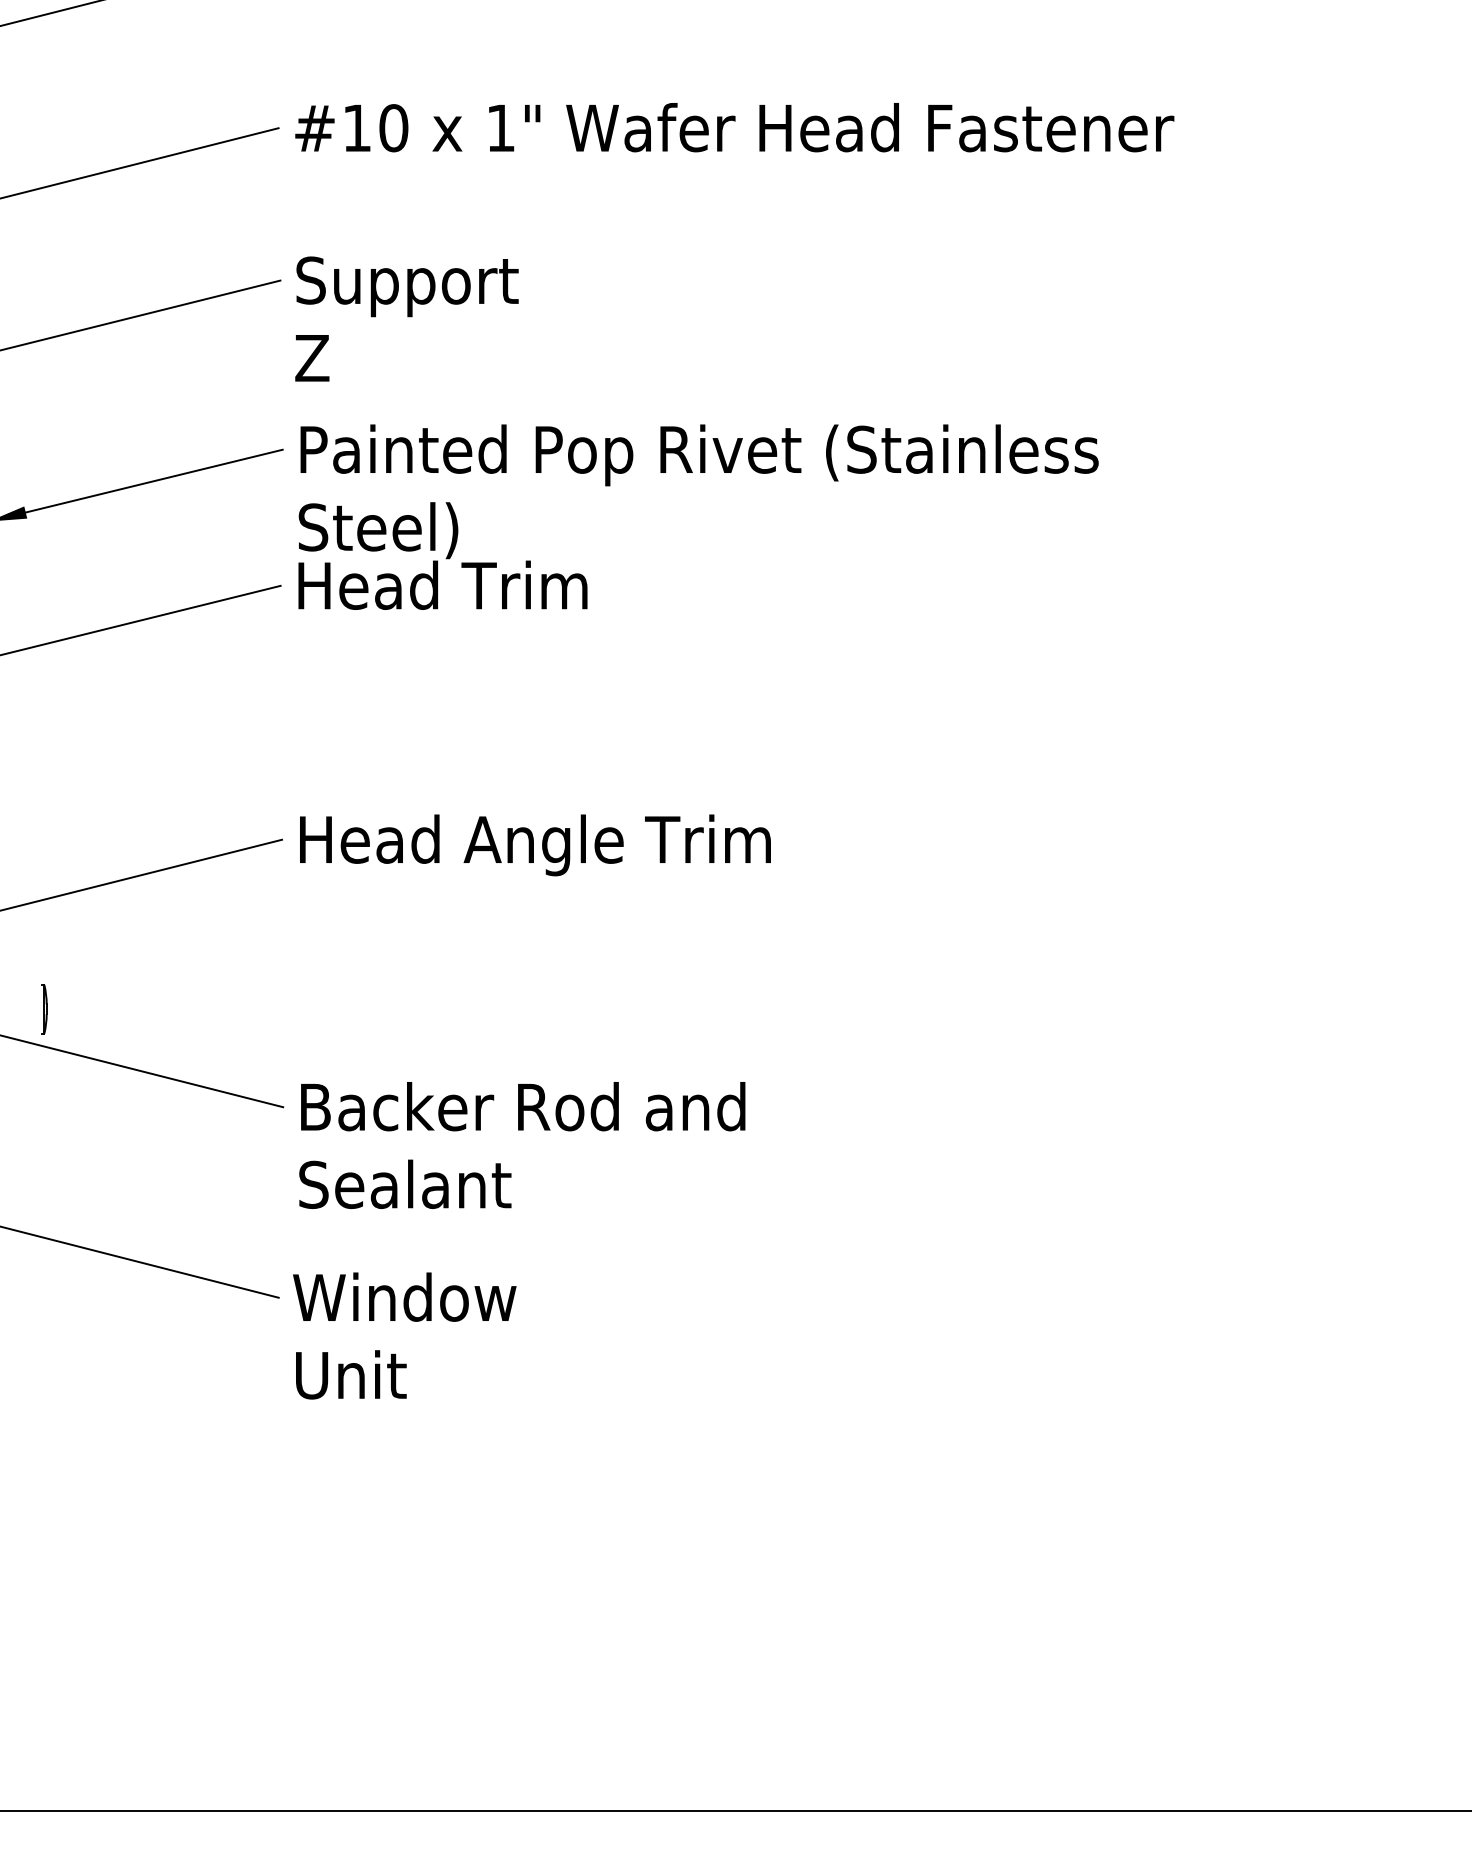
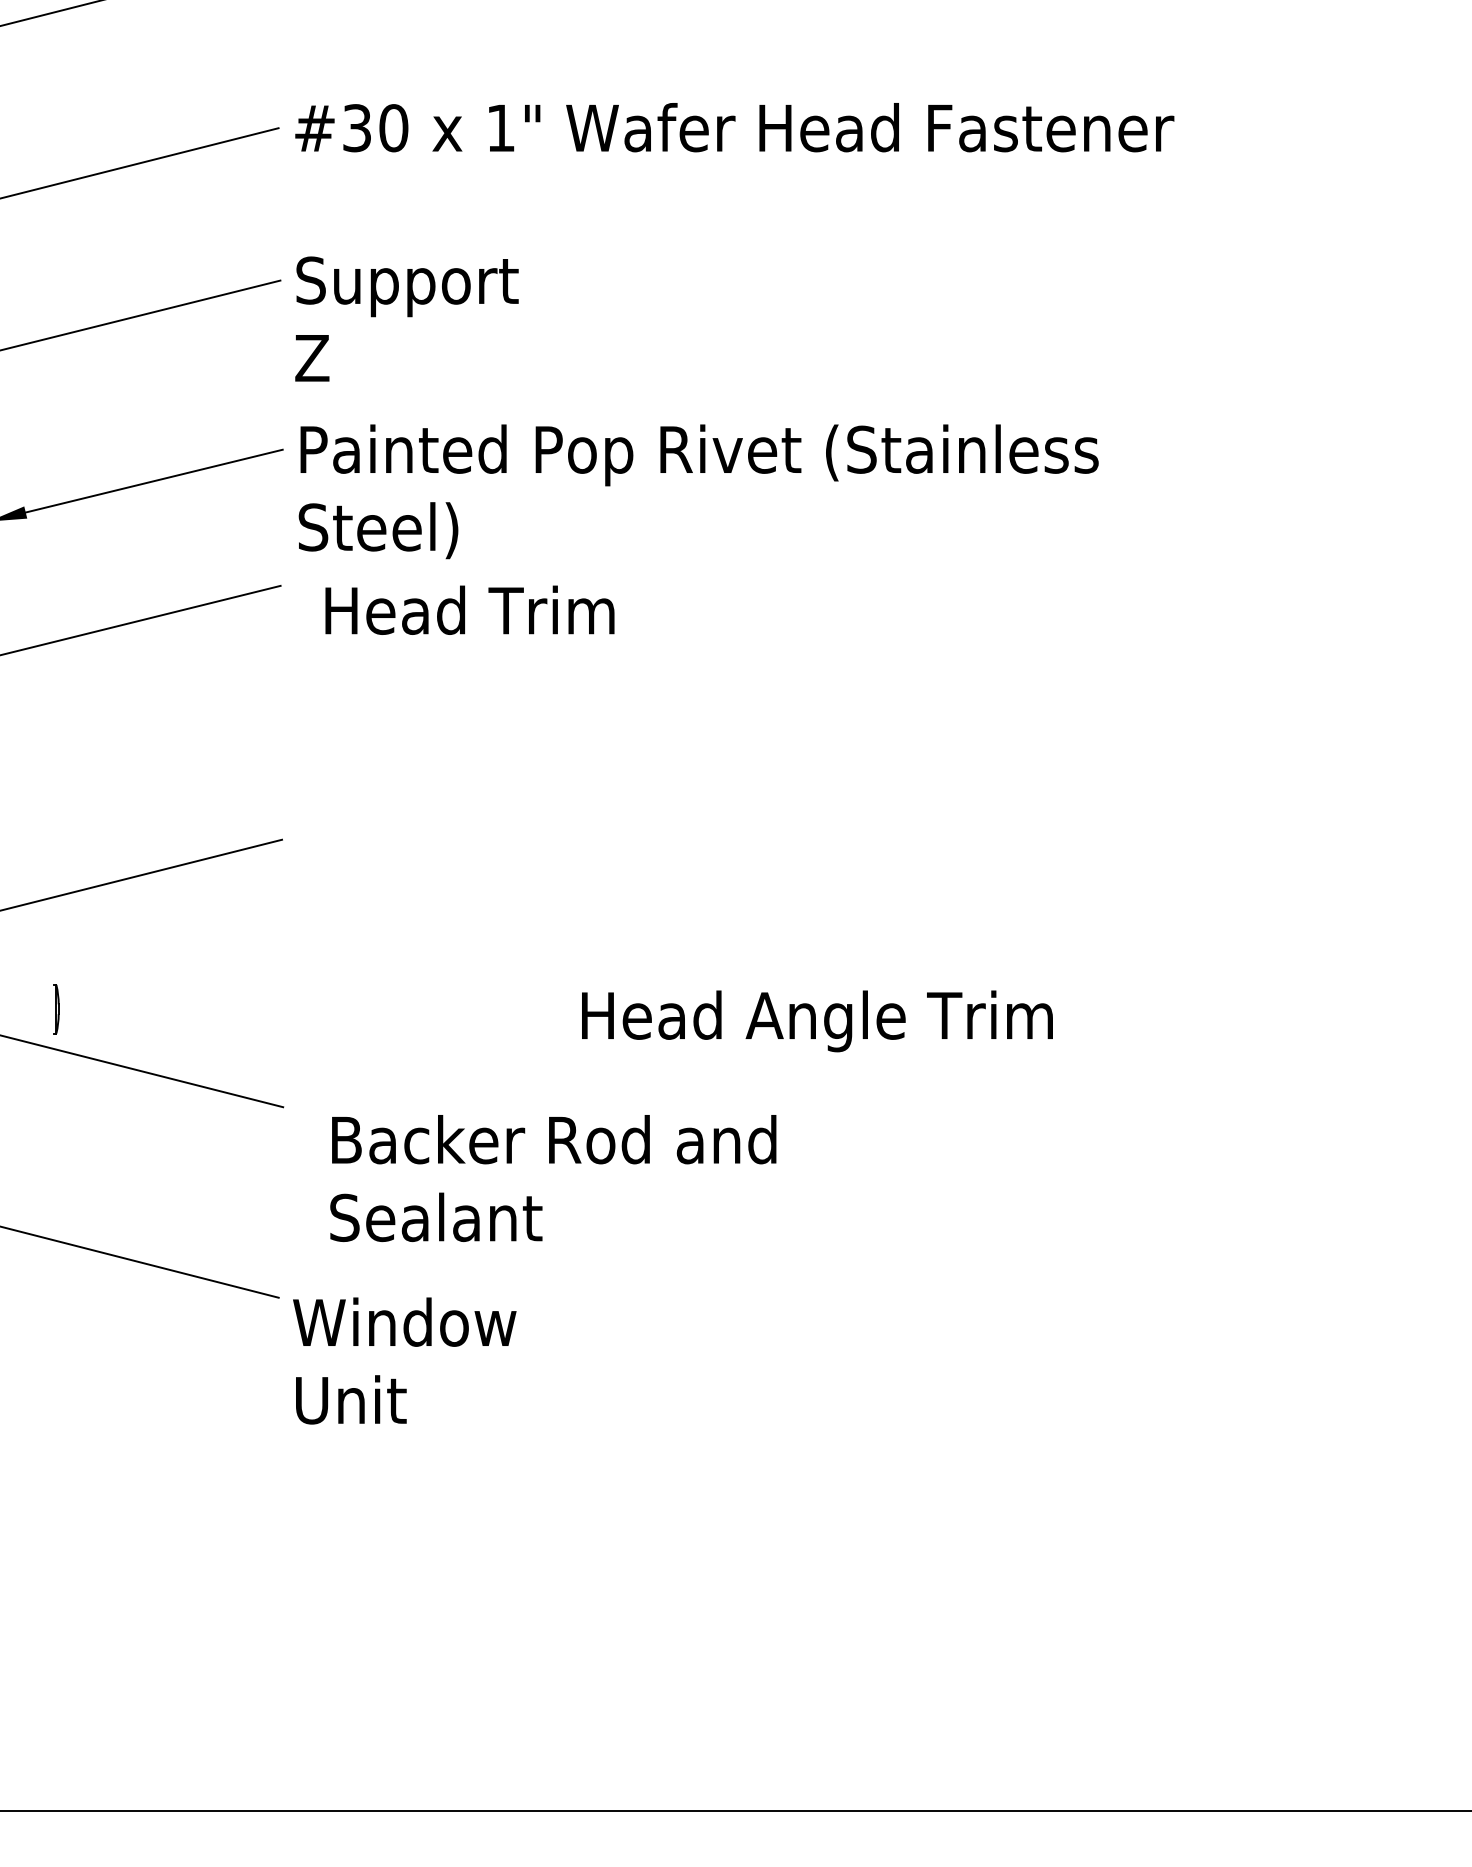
text at (356, 128): #10 -> #30
text at (442, 584) position: (442, 584) -> (469, 609)
text at (535, 845) position: (535, 845) -> (817, 1021)
part at (44, 1009) position: (44, 1009) -> (56, 1009)
text at (522, 1145) position: (522, 1145) -> (553, 1178)
text at (404, 1335) position: (404, 1335) -> (404, 1360)
